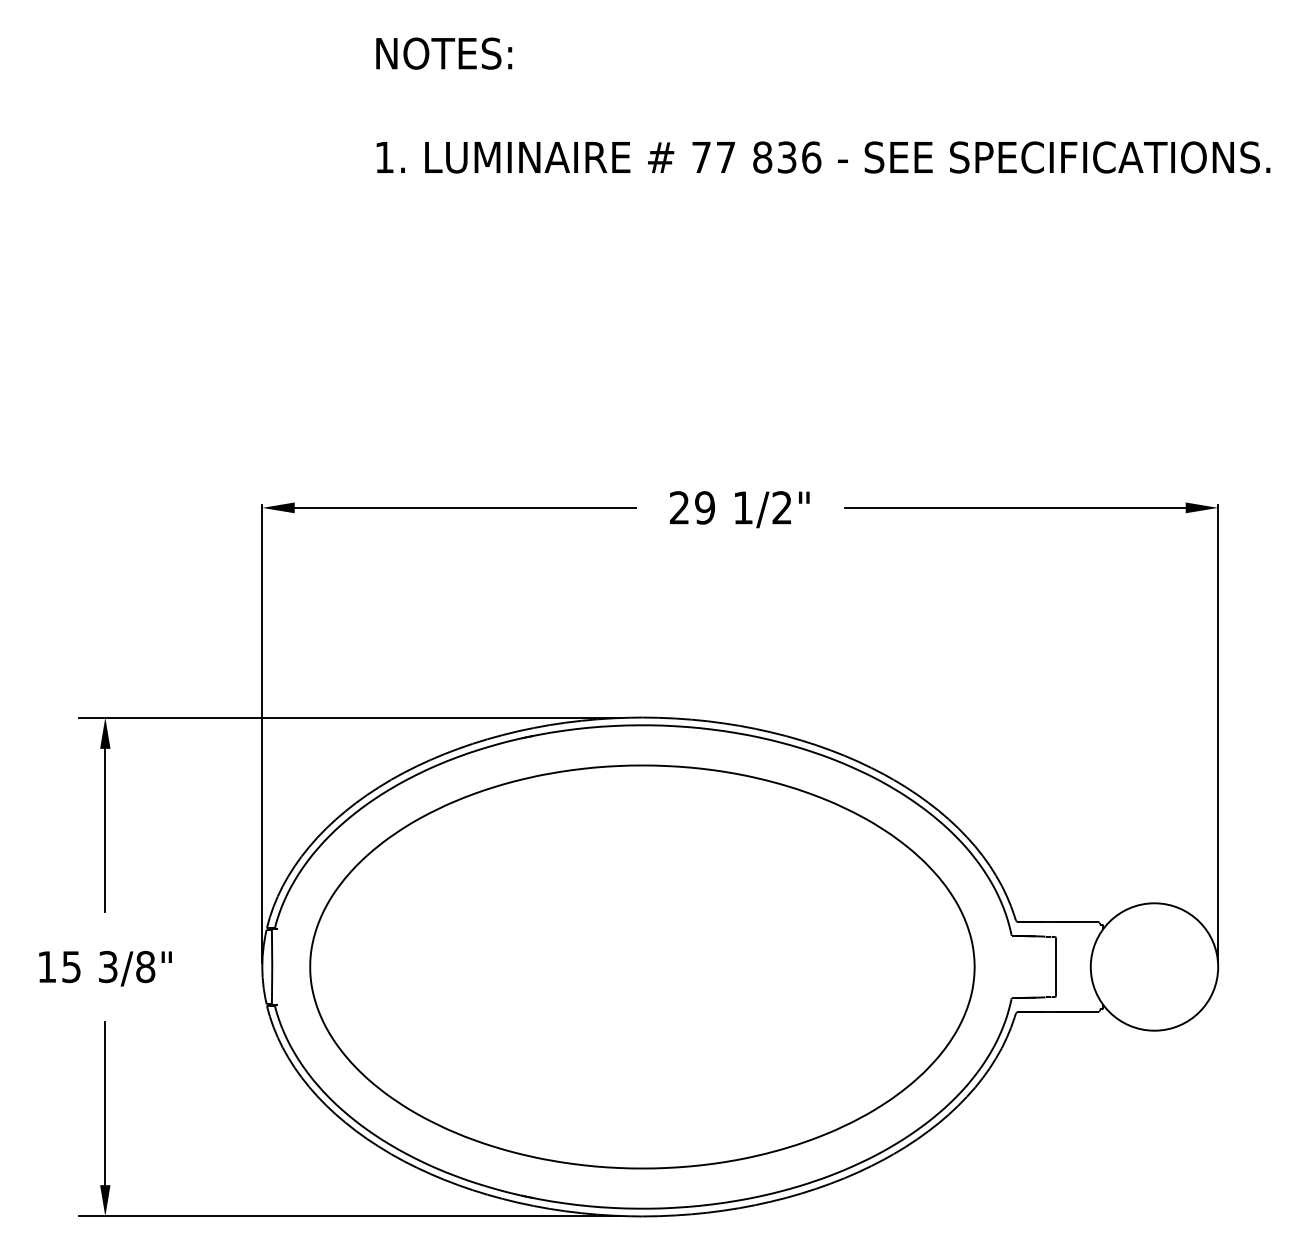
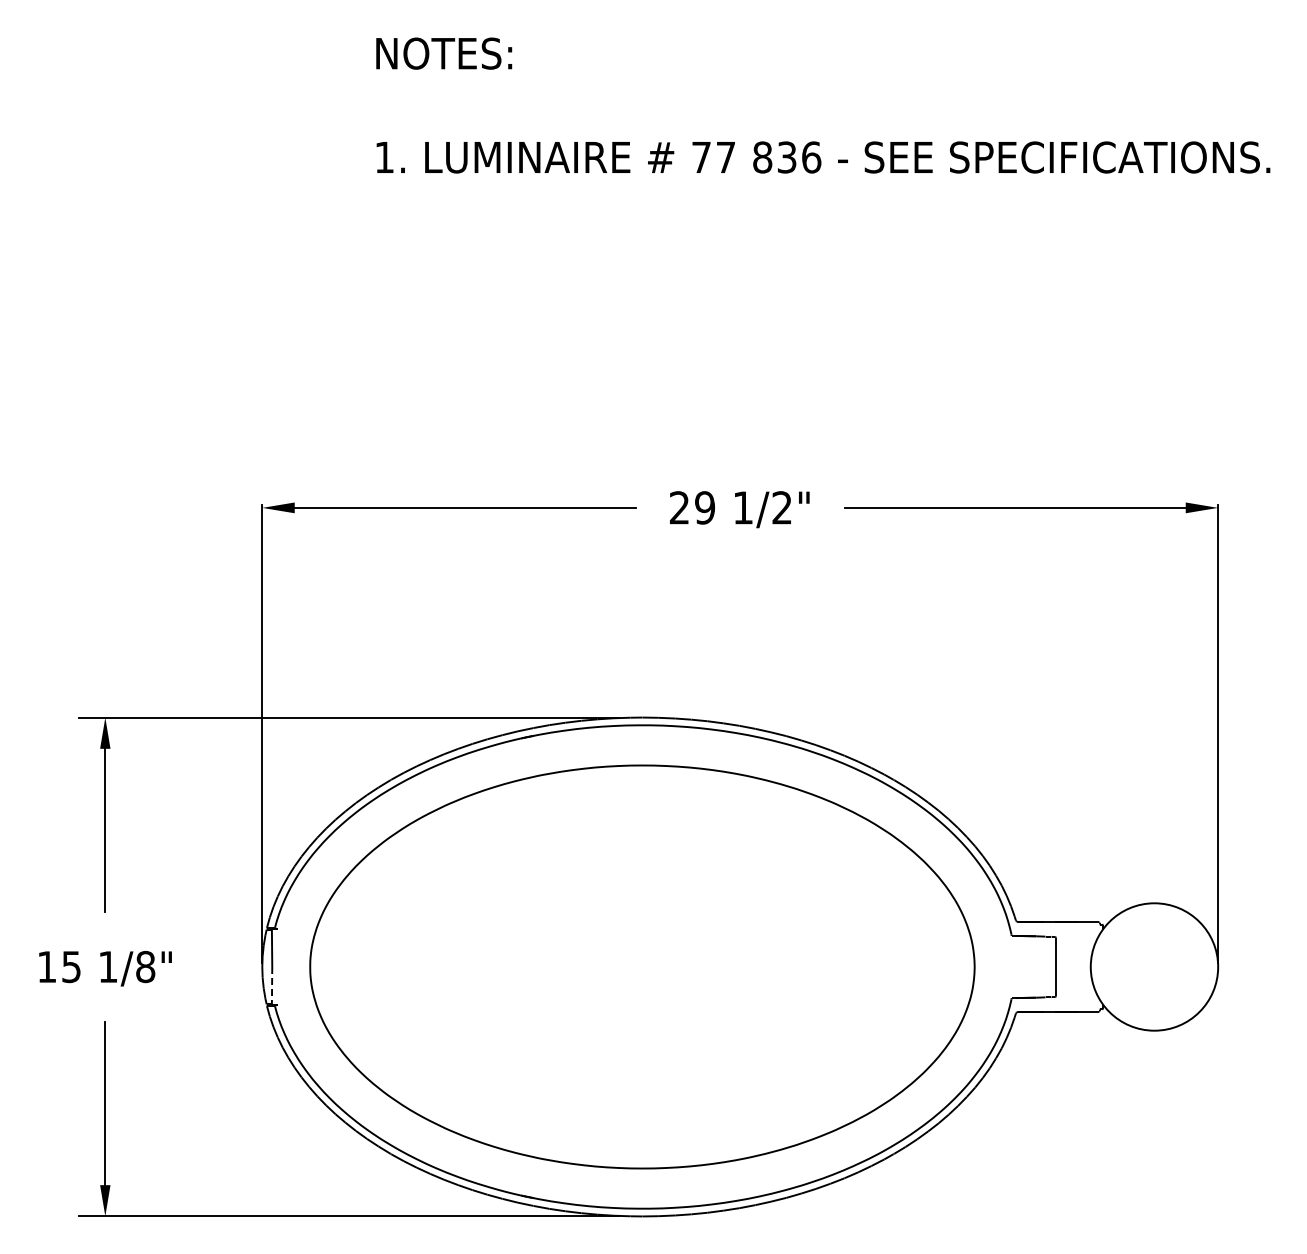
text at (108, 966): 3/8" -> 1/8"
line at (272, 985): solid -> dashed
